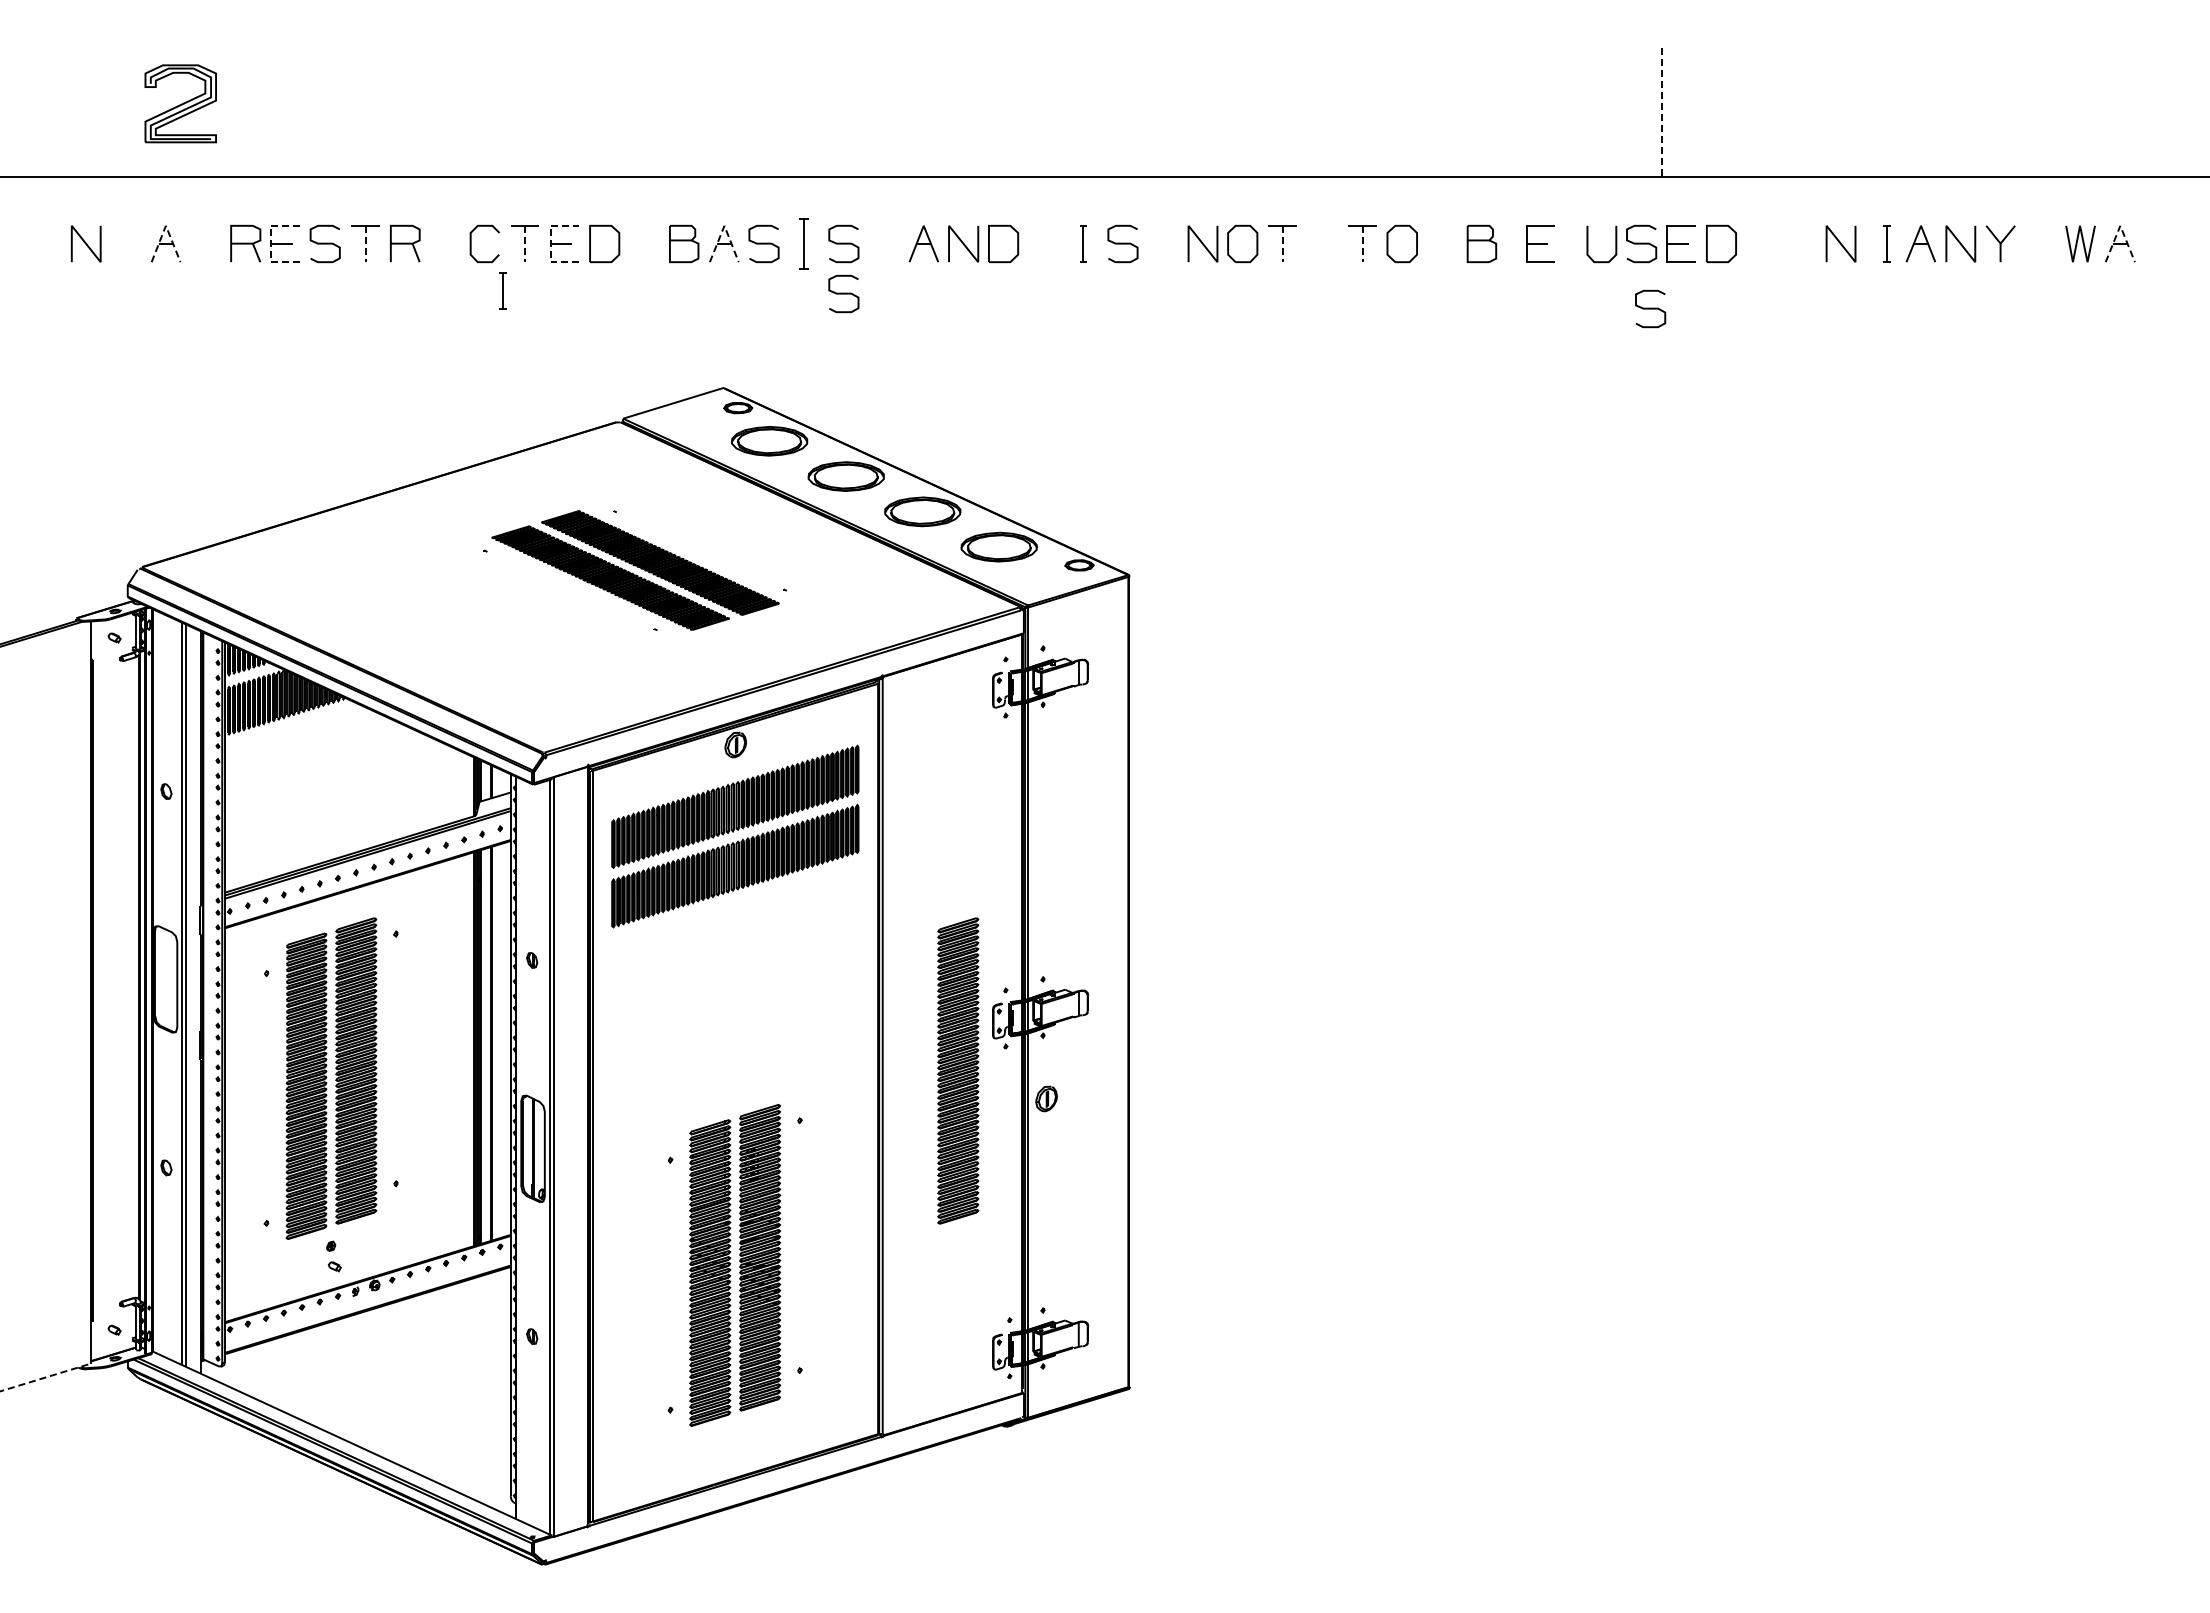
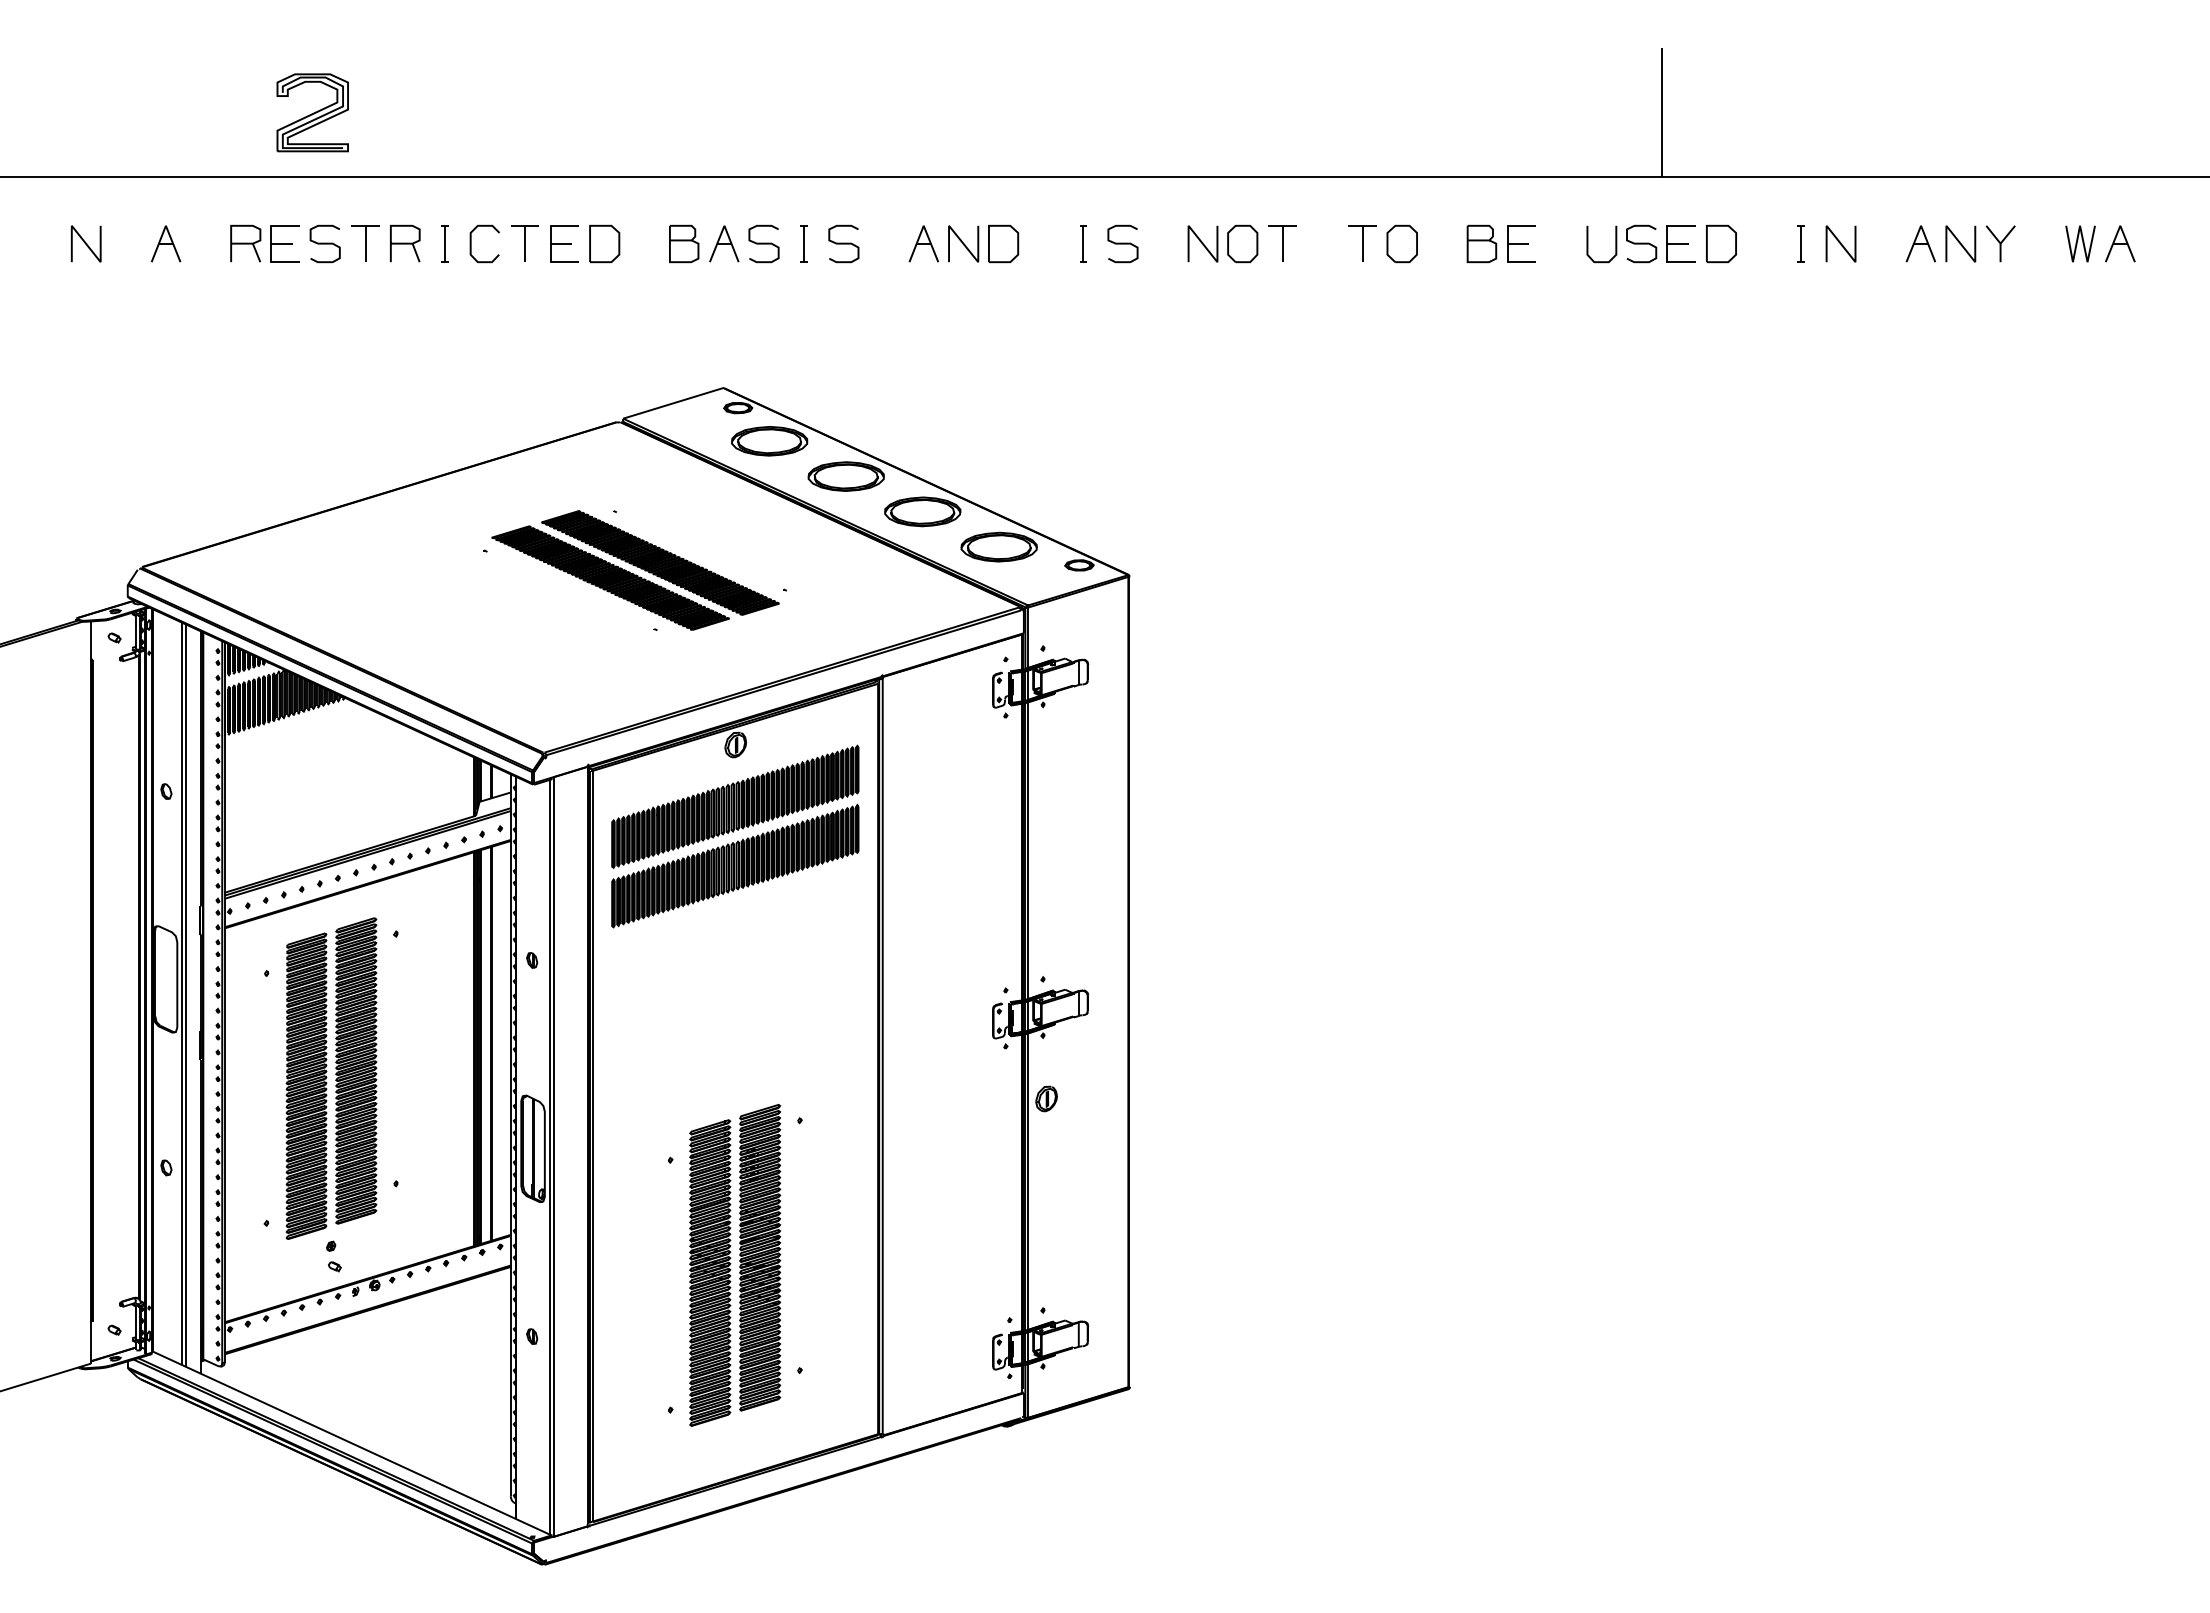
part at (180, 103) position: (180, 103) -> (312, 112)
line at (1661, 112): dashed -> solid
line at (165, 225): dashed -> solid
line at (724, 225): dashed -> solid
line at (2120, 225): dashed -> solid
line at (271, 243): dashed -> solid
line at (550, 243): dashed -> solid
part at (803, 243) size: 10x52 px -> 8x38 px
part at (1540, 243) position: (1540, 243) -> (1521, 243)
part at (1886, 243) position: (1886, 243) -> (1800, 243)
line at (365, 244): dashed -> solid
line at (524, 244): dashed -> solid
line at (1282, 244): dashed -> solid
line at (1362, 244): dashed -> solid
part at (502, 290) position: (502, 290) -> (444, 243)
curve at (843, 293): present -> none
curve at (1650, 308): present -> none
part at (958, 1070): present -> none
line at (46, 1377): dashed -> solid
